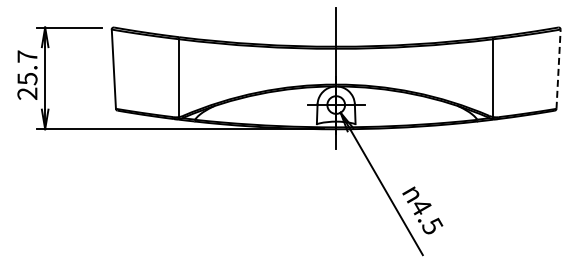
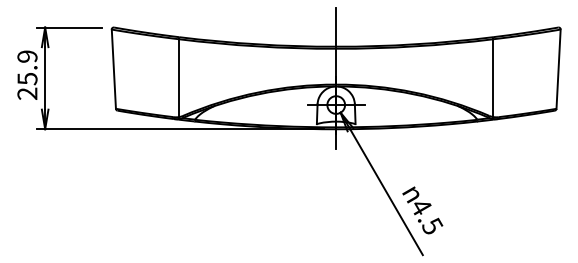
text at (27, 56): 25.7 -> 25.9
line at (558, 69): dashed -> solid
